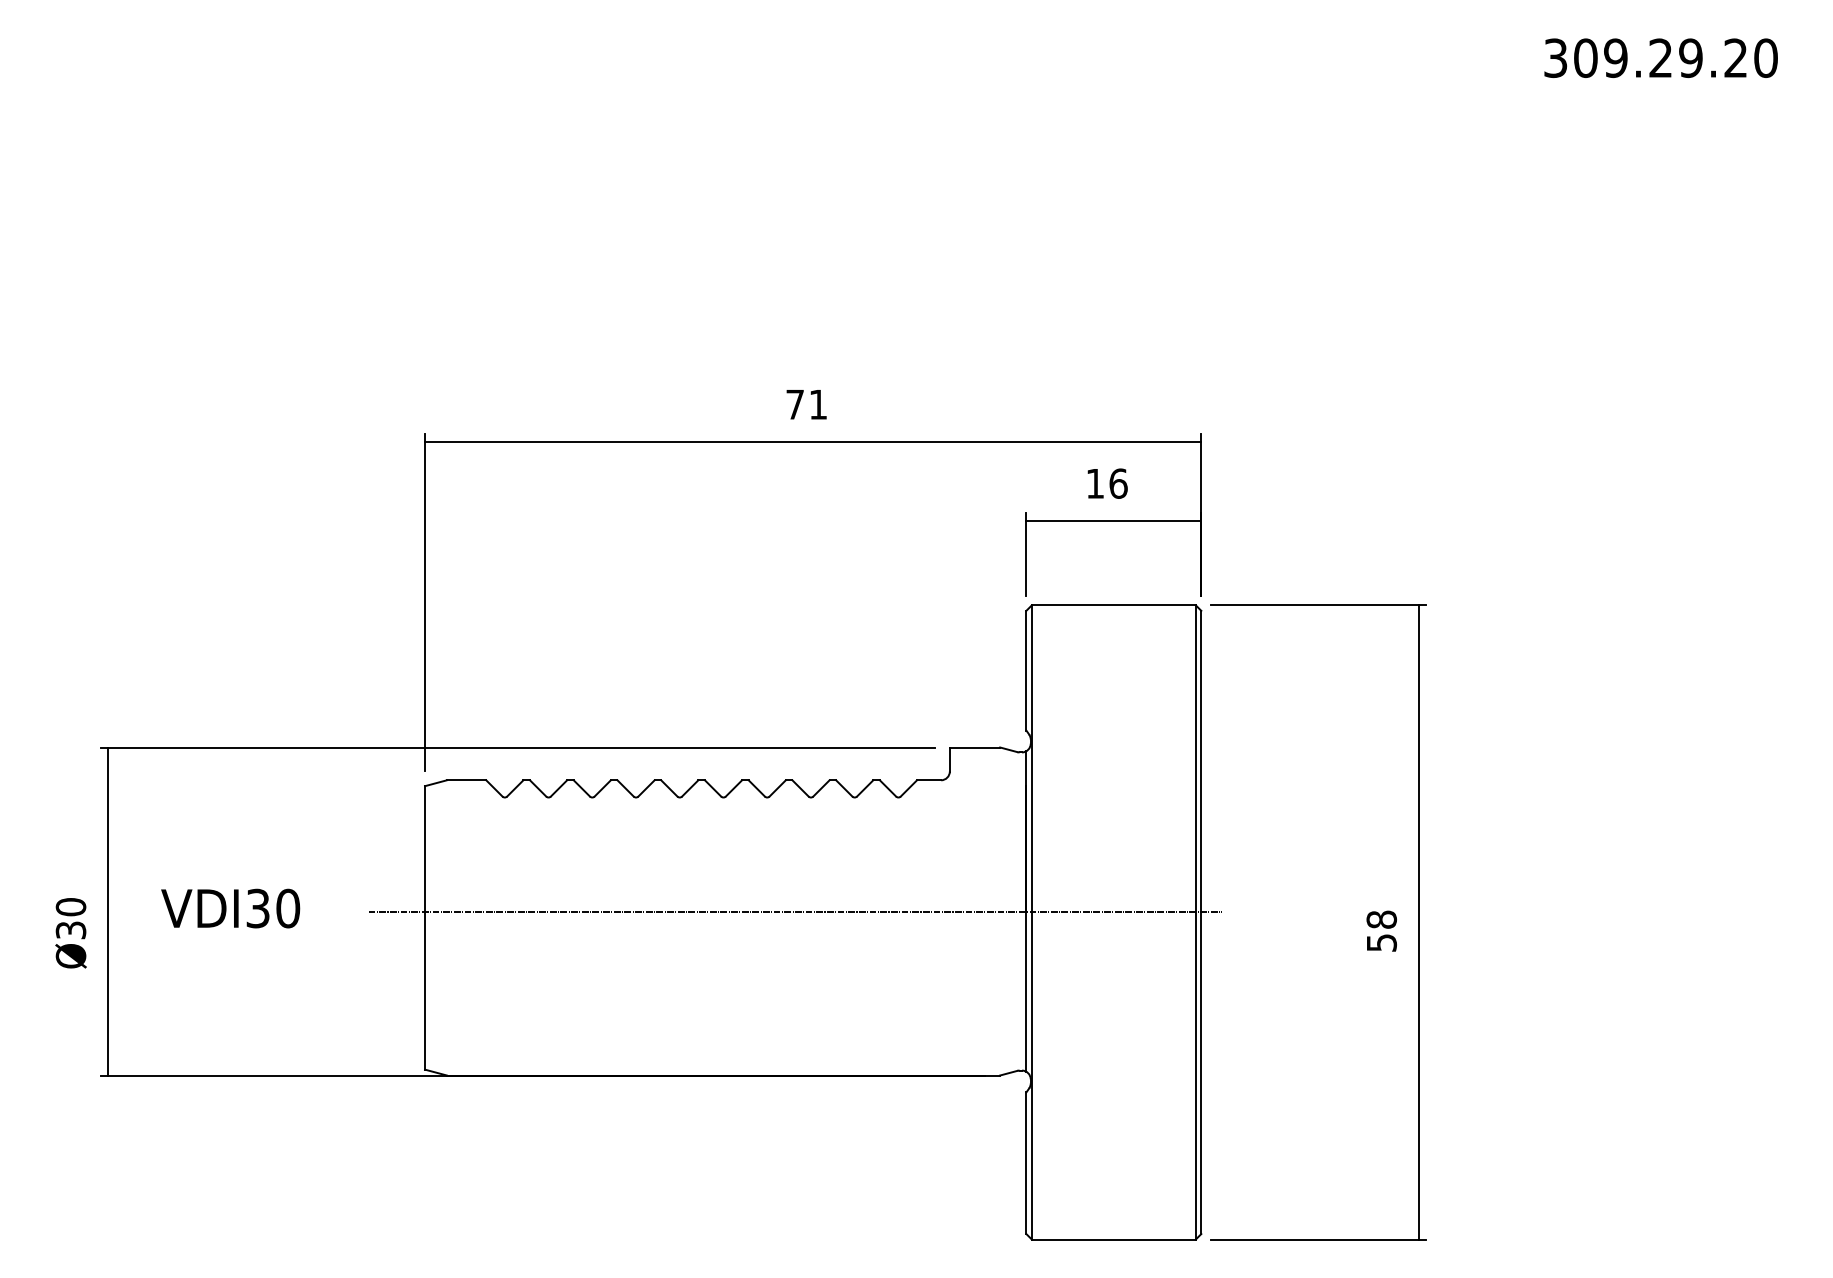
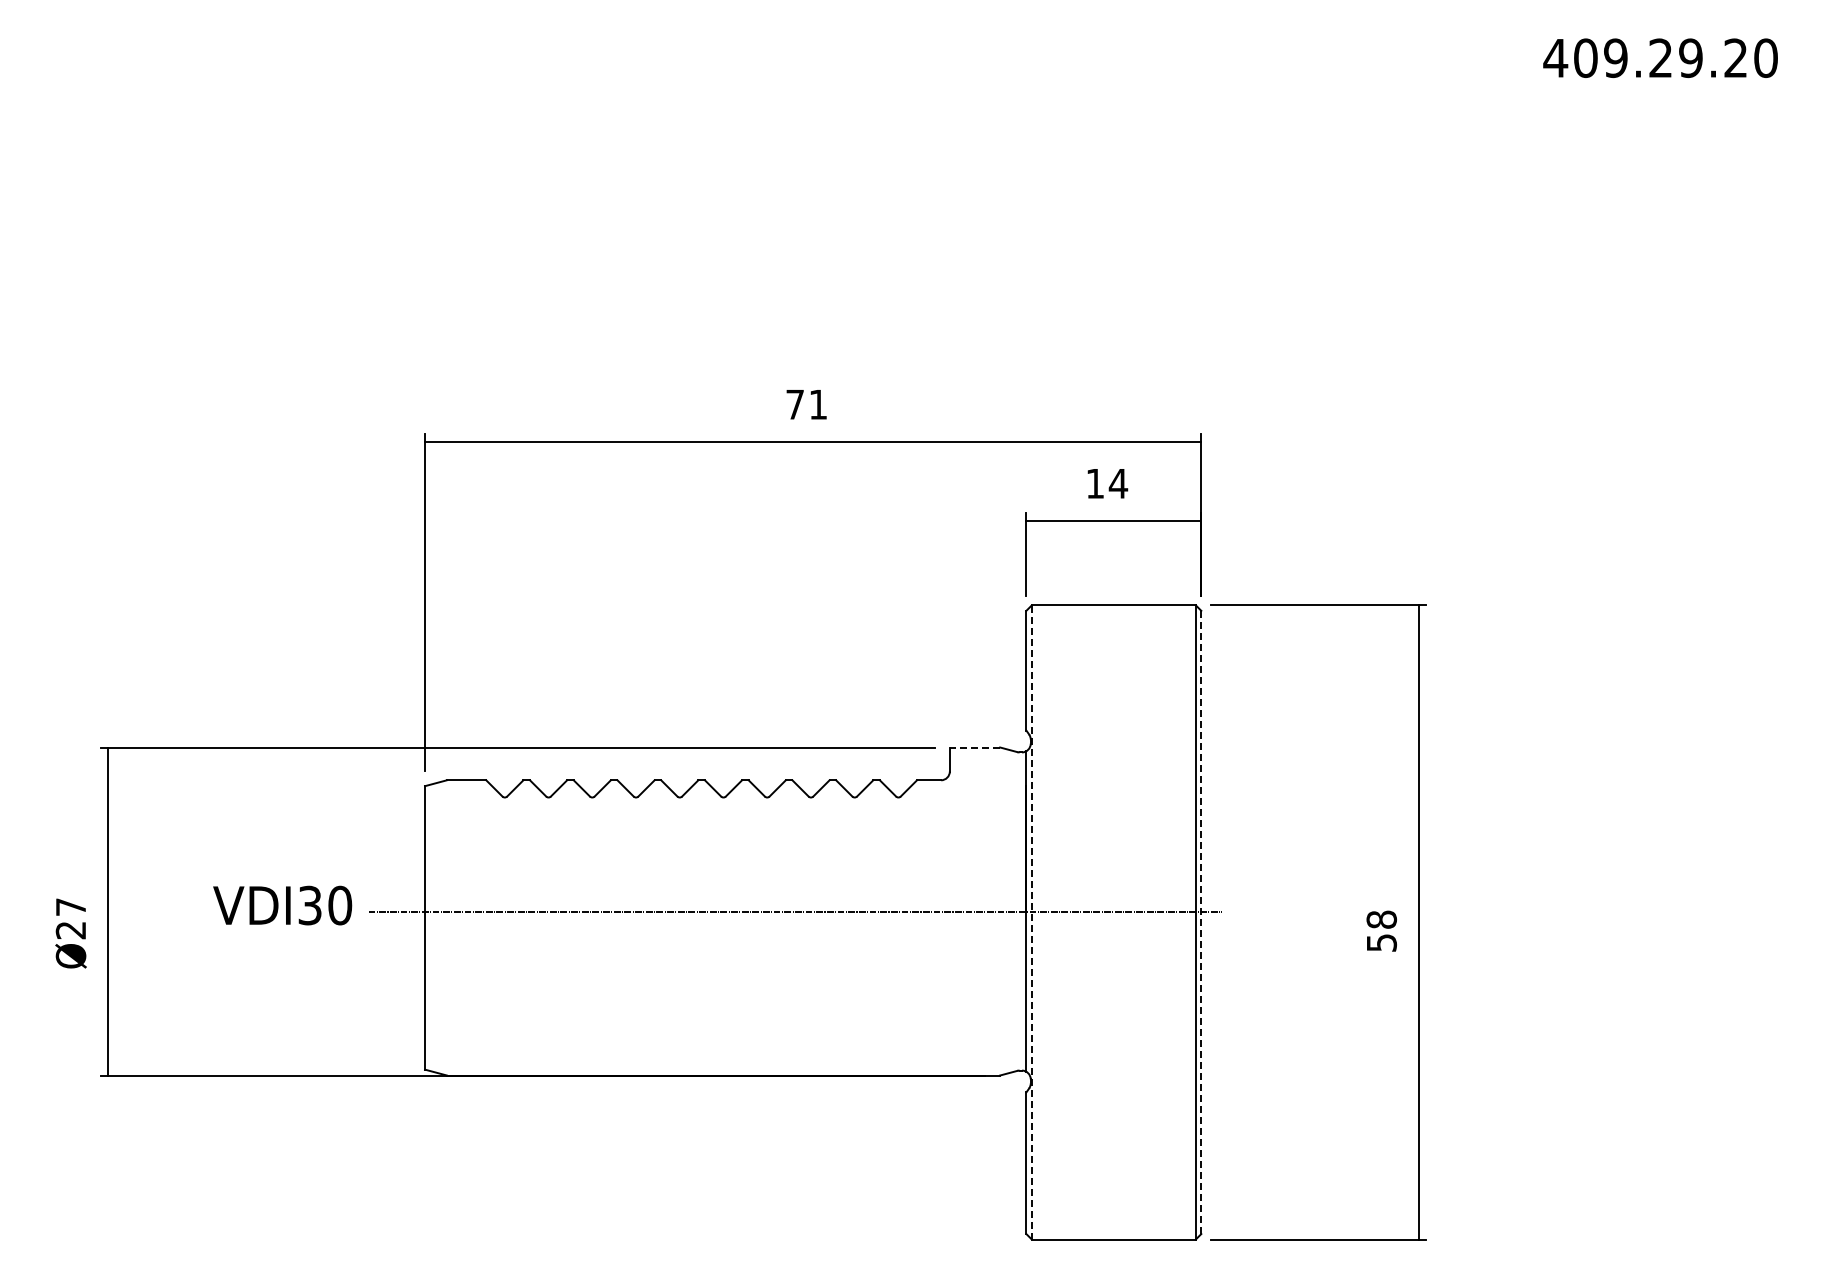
text at (1555, 58): 309.29.20 -> 409.29.20
text at (1118, 483): 16 -> 14
line at (974, 747): solid -> dashed
text at (230, 908) position: (230, 908) -> (282, 905)
text at (70, 918): Ø30 -> Ø27
line at (1031, 921): solid -> dashed
line at (1201, 922): solid -> dashed
